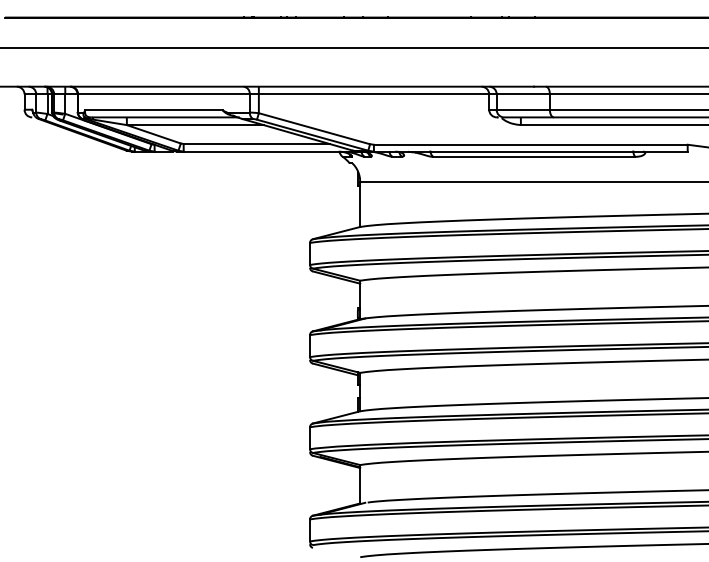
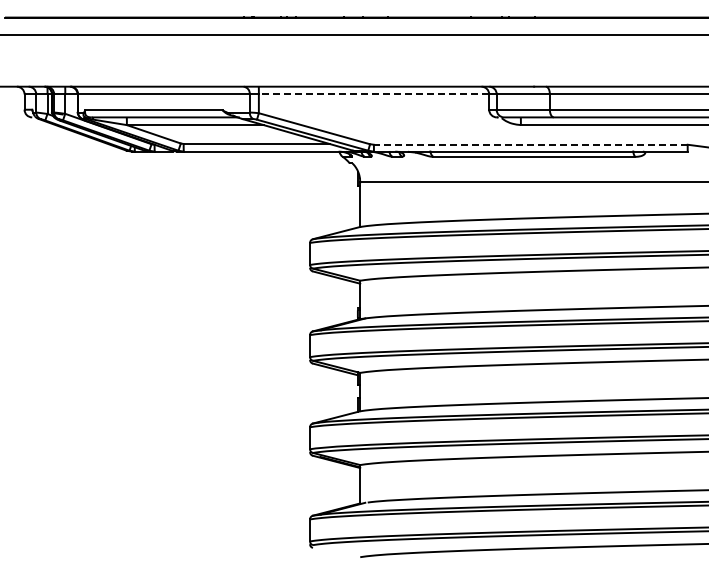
line at (353, 47) position: (353, 47) -> (353, 34)
line at (373, 94): solid -> dashed
line at (530, 144): solid -> dashed
